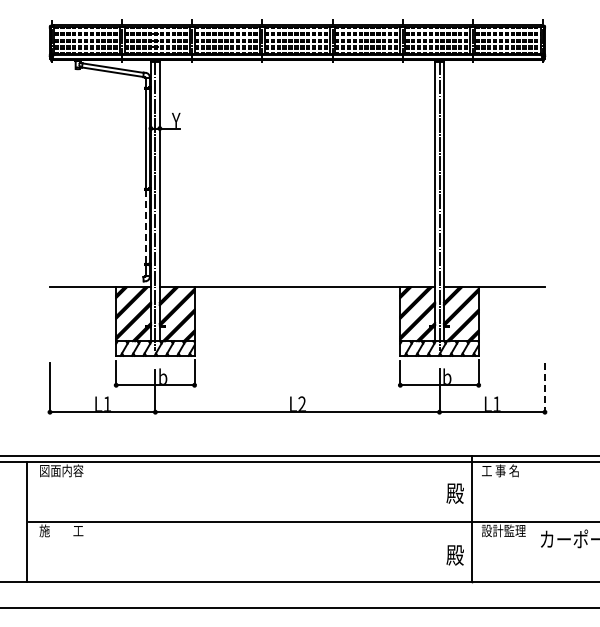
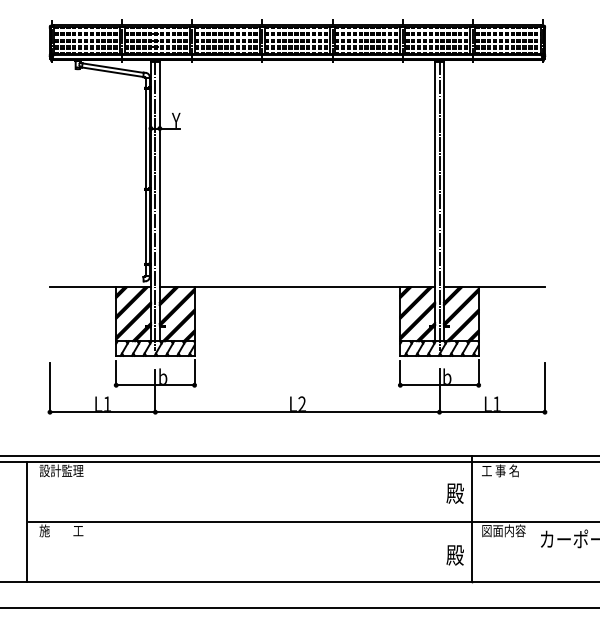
line at (145, 227): dashed -> solid
line at (544, 388): dashed -> solid
text at (61, 470): 図面内容 -> 設計監理
text at (503, 530): 設計監理 -> 図面内容
